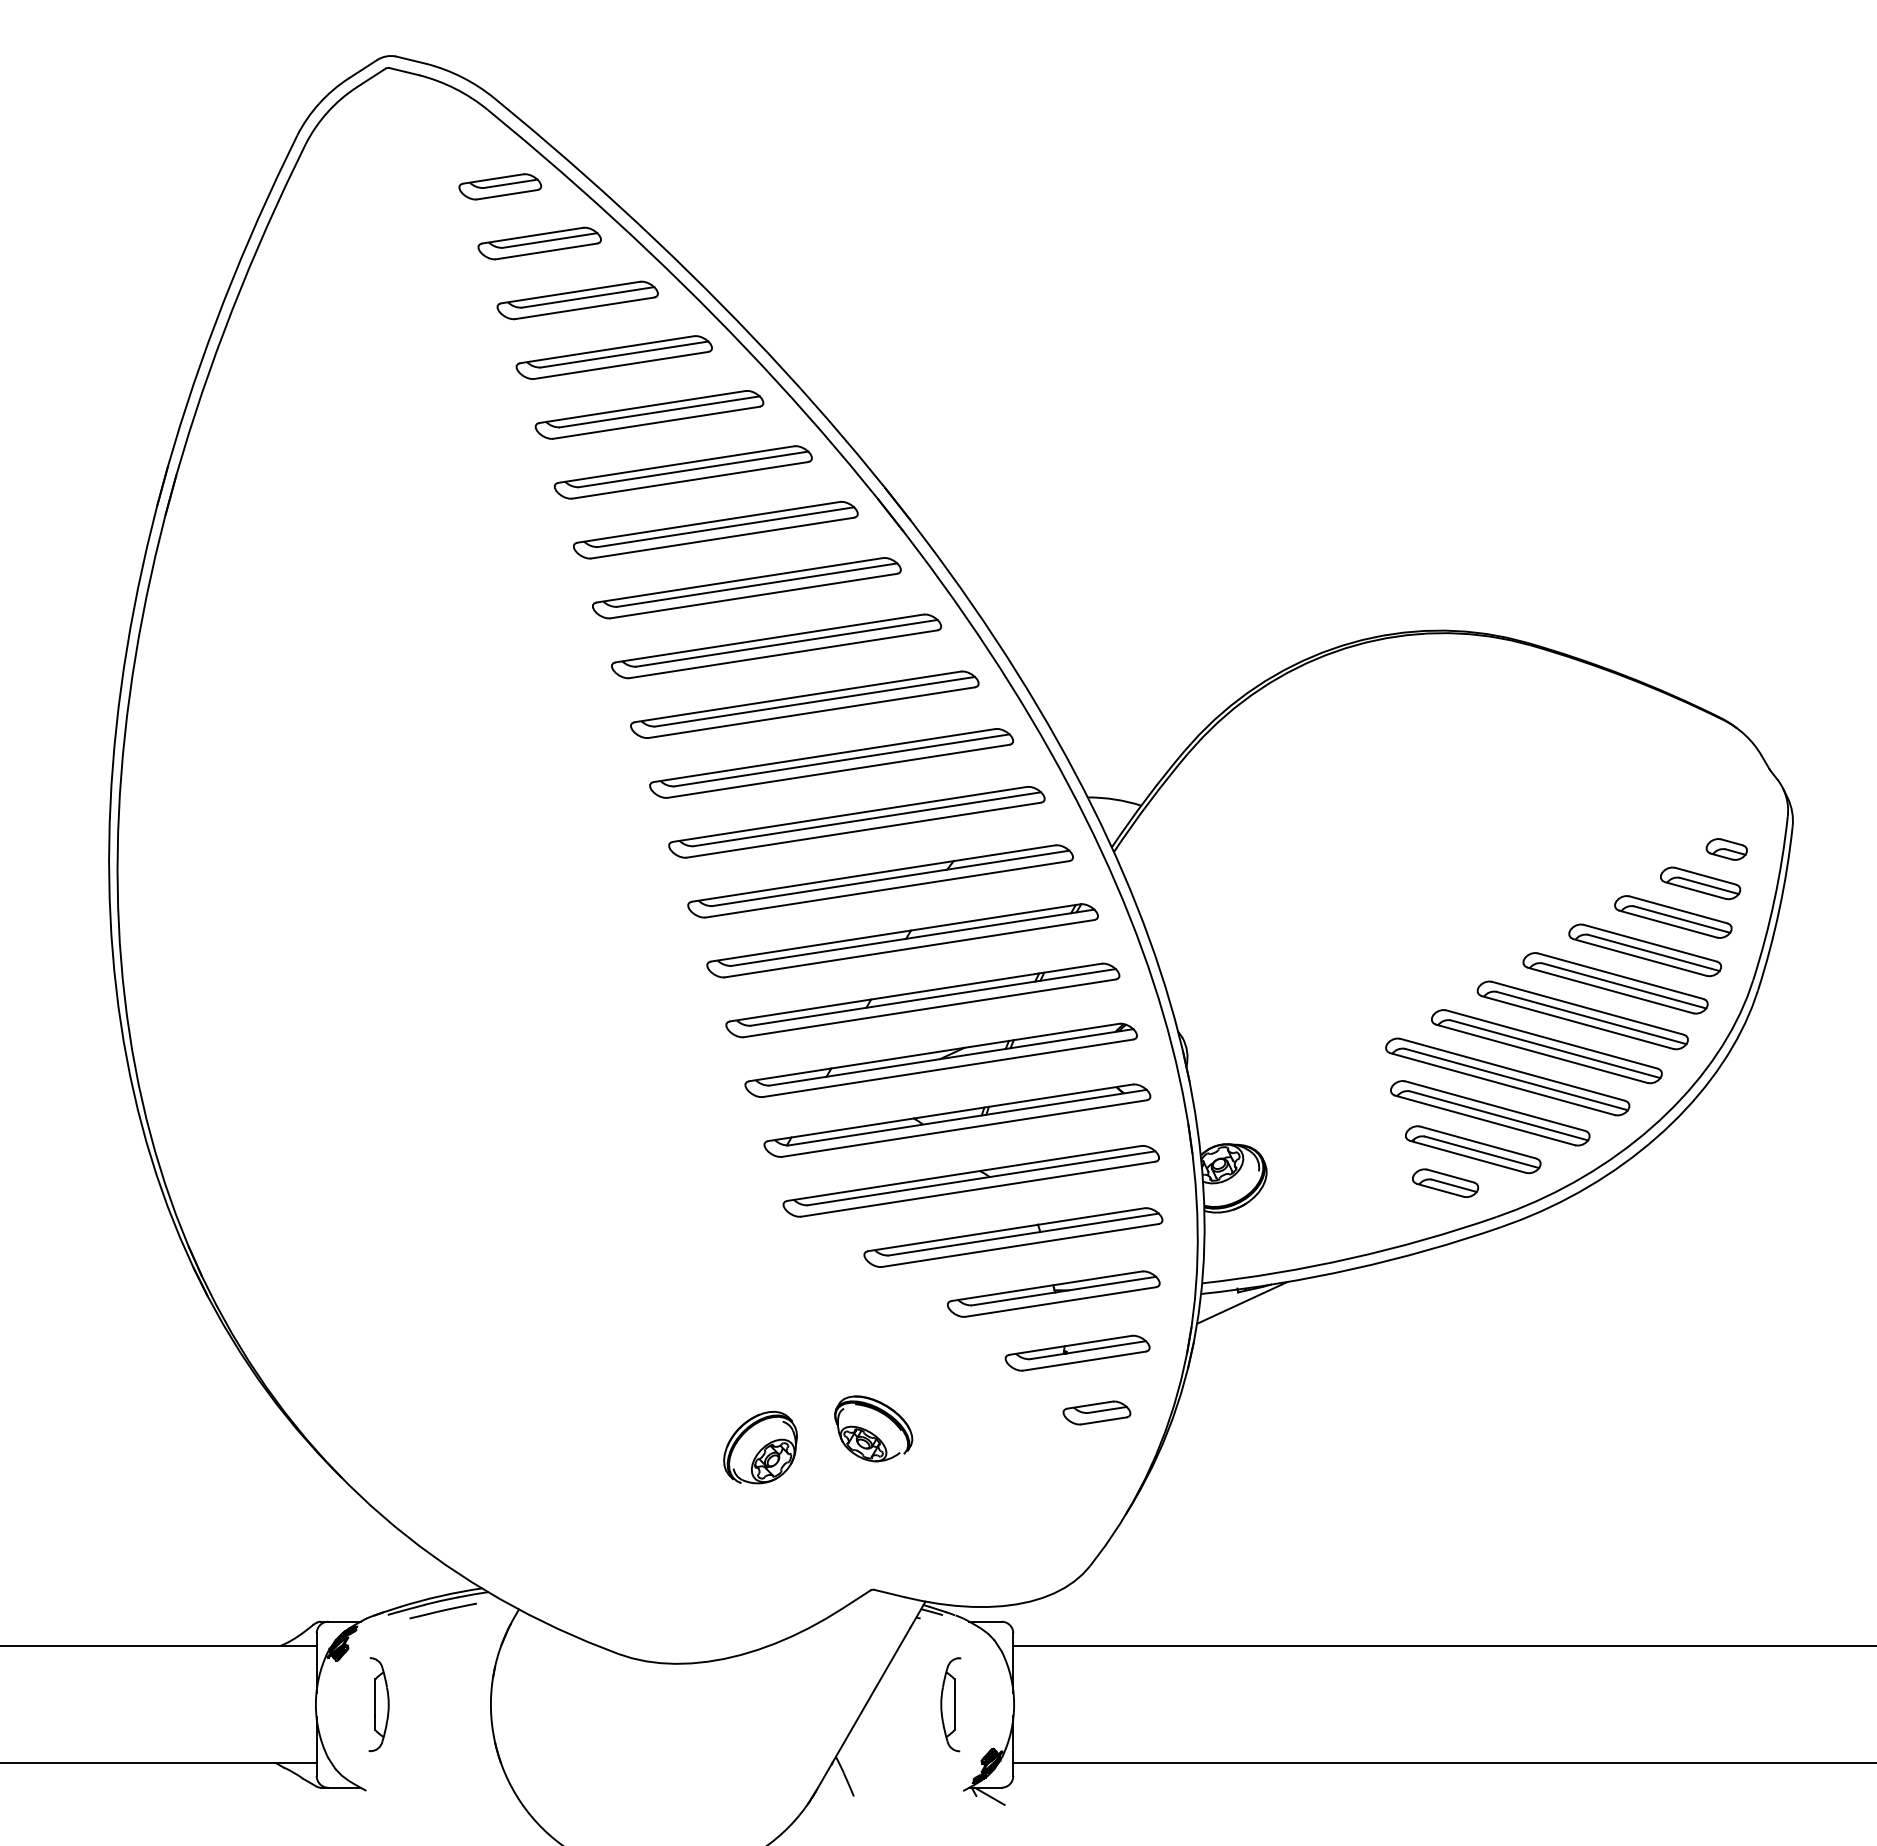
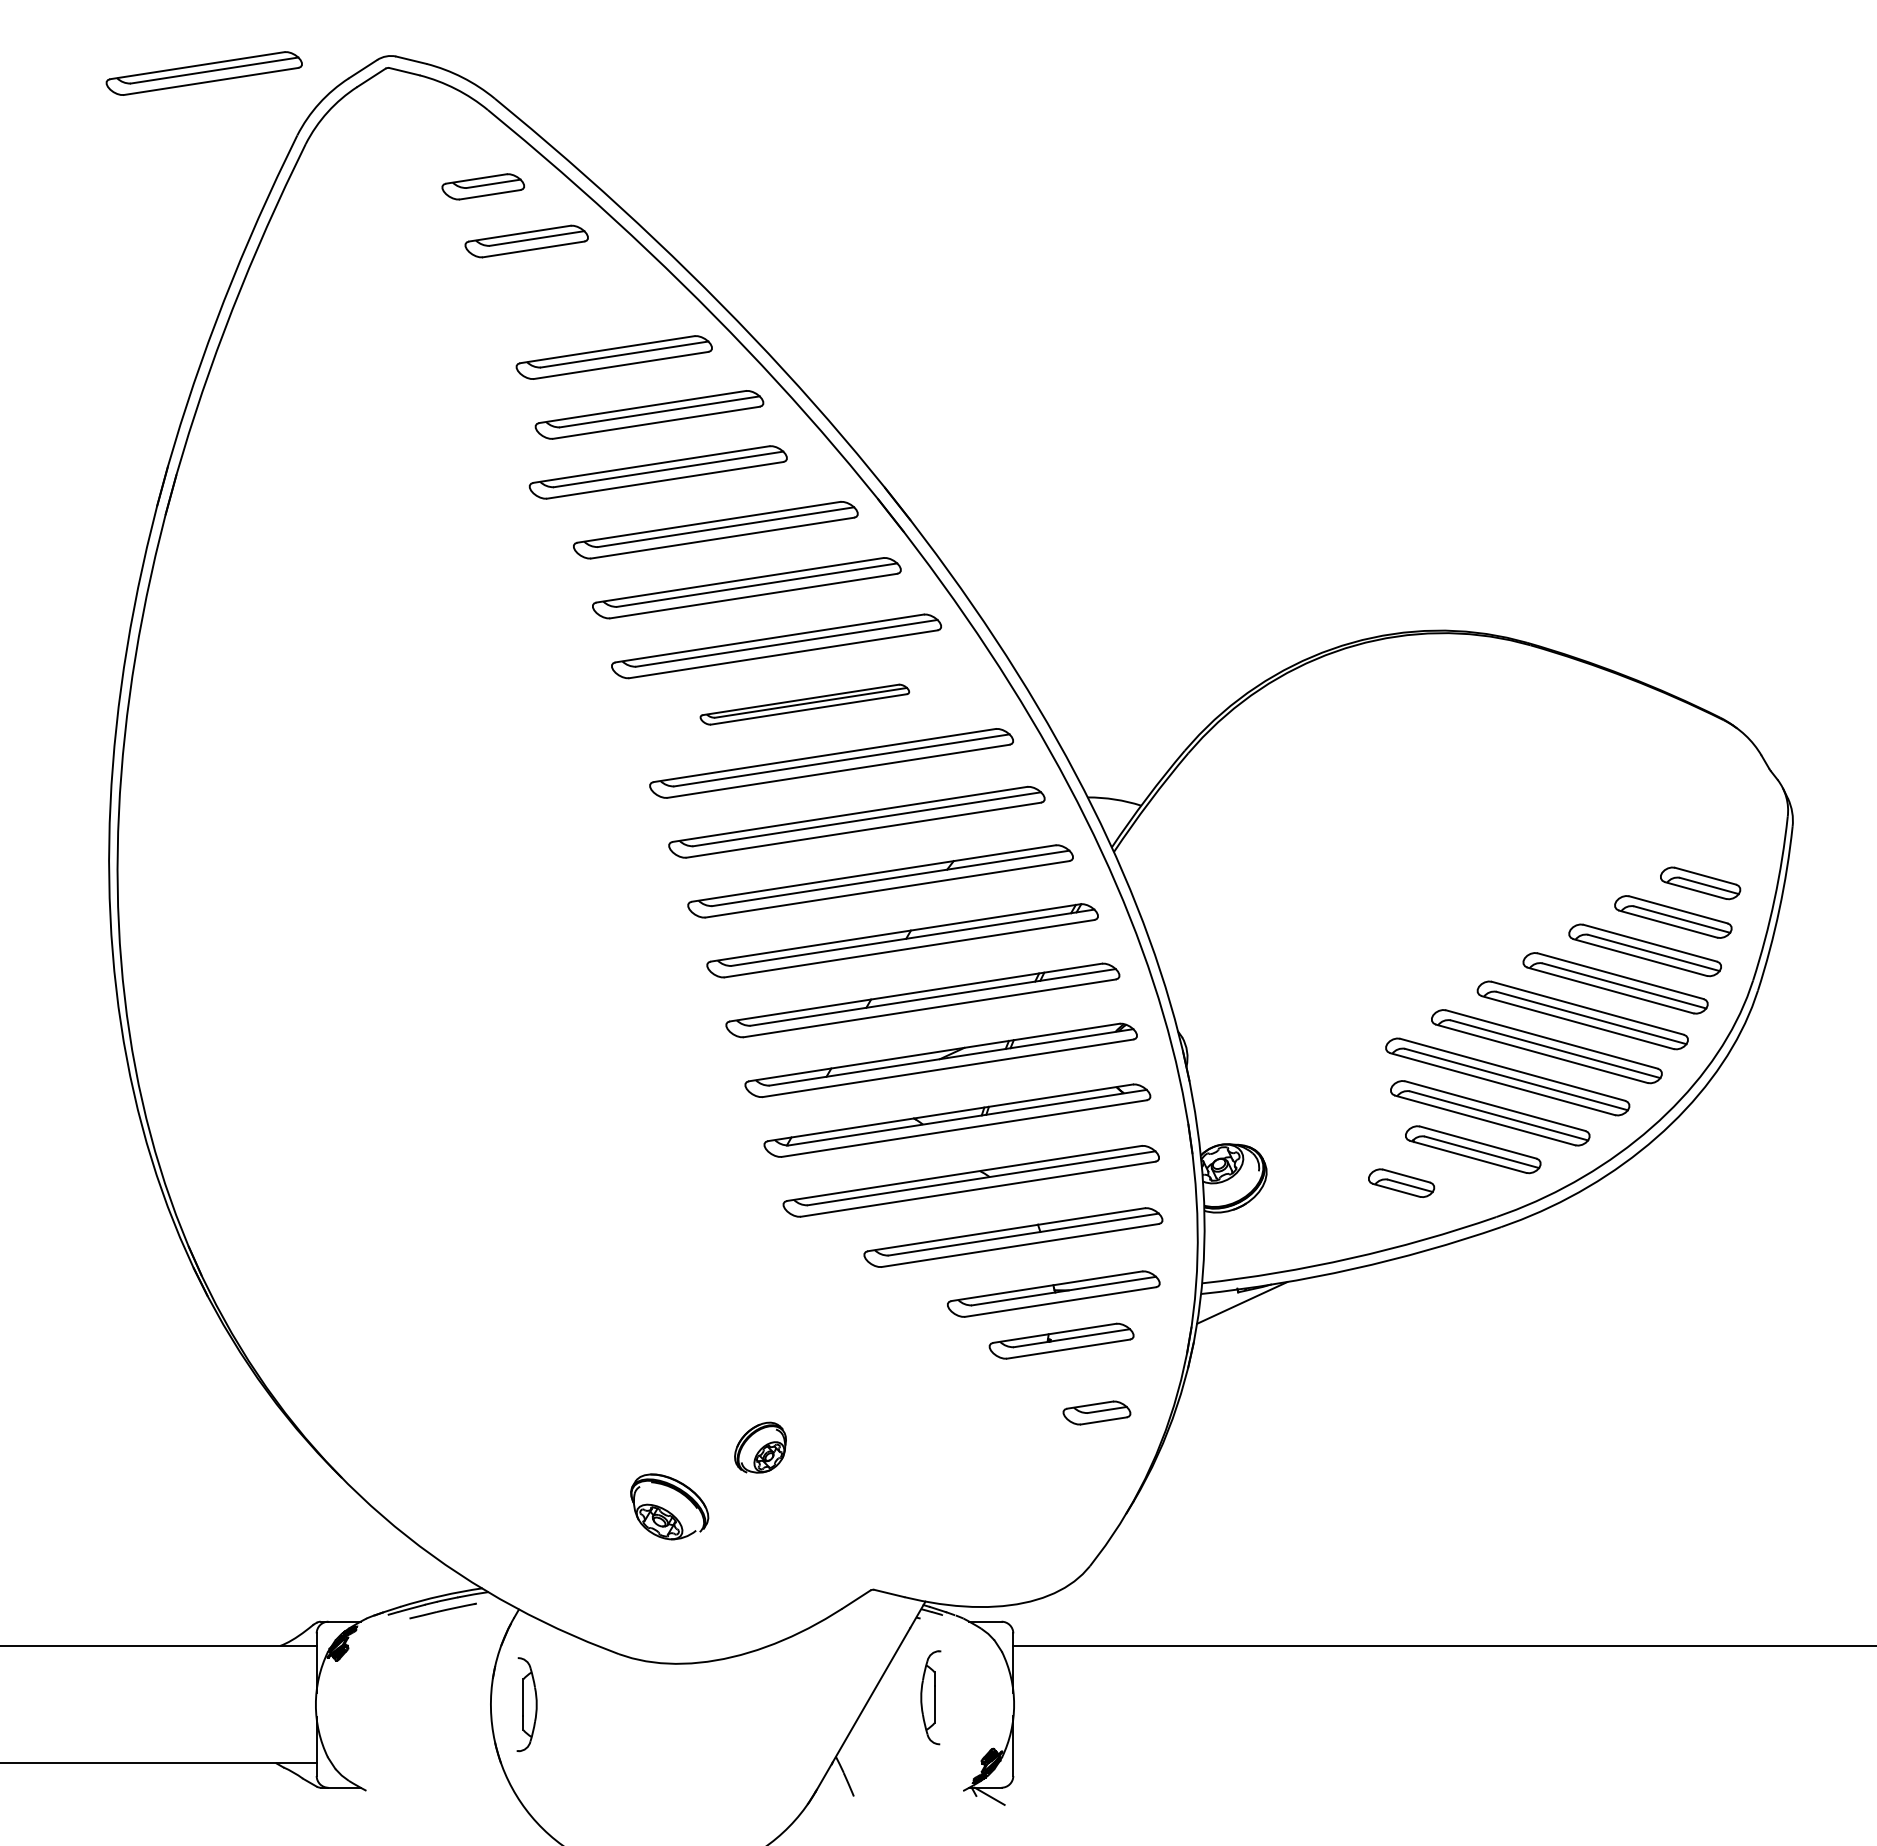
part at (203, 73): none -> present
part at (499, 186) position: (499, 186) -> (482, 186)
part at (539, 243) position: (539, 243) -> (526, 241)
part at (577, 300): present -> none
part at (682, 472) position: (682, 472) -> (657, 472)
part at (804, 704) size: 350x69 px -> 212x43 px
part at (1726, 849): present -> none
part at (1445, 1182) position: (1445, 1182) -> (1401, 1182)
part at (1077, 1352) position: (1077, 1352) -> (1061, 1340)
part at (873, 1428) position: (873, 1428) -> (669, 1506)
part at (760, 1447) size: 75x74 px -> 53x53 px
part at (378, 1704) position: (378, 1704) -> (526, 1704)
part at (950, 1704) position: (950, 1704) -> (930, 1697)
line at (1443, 1763): present -> none
